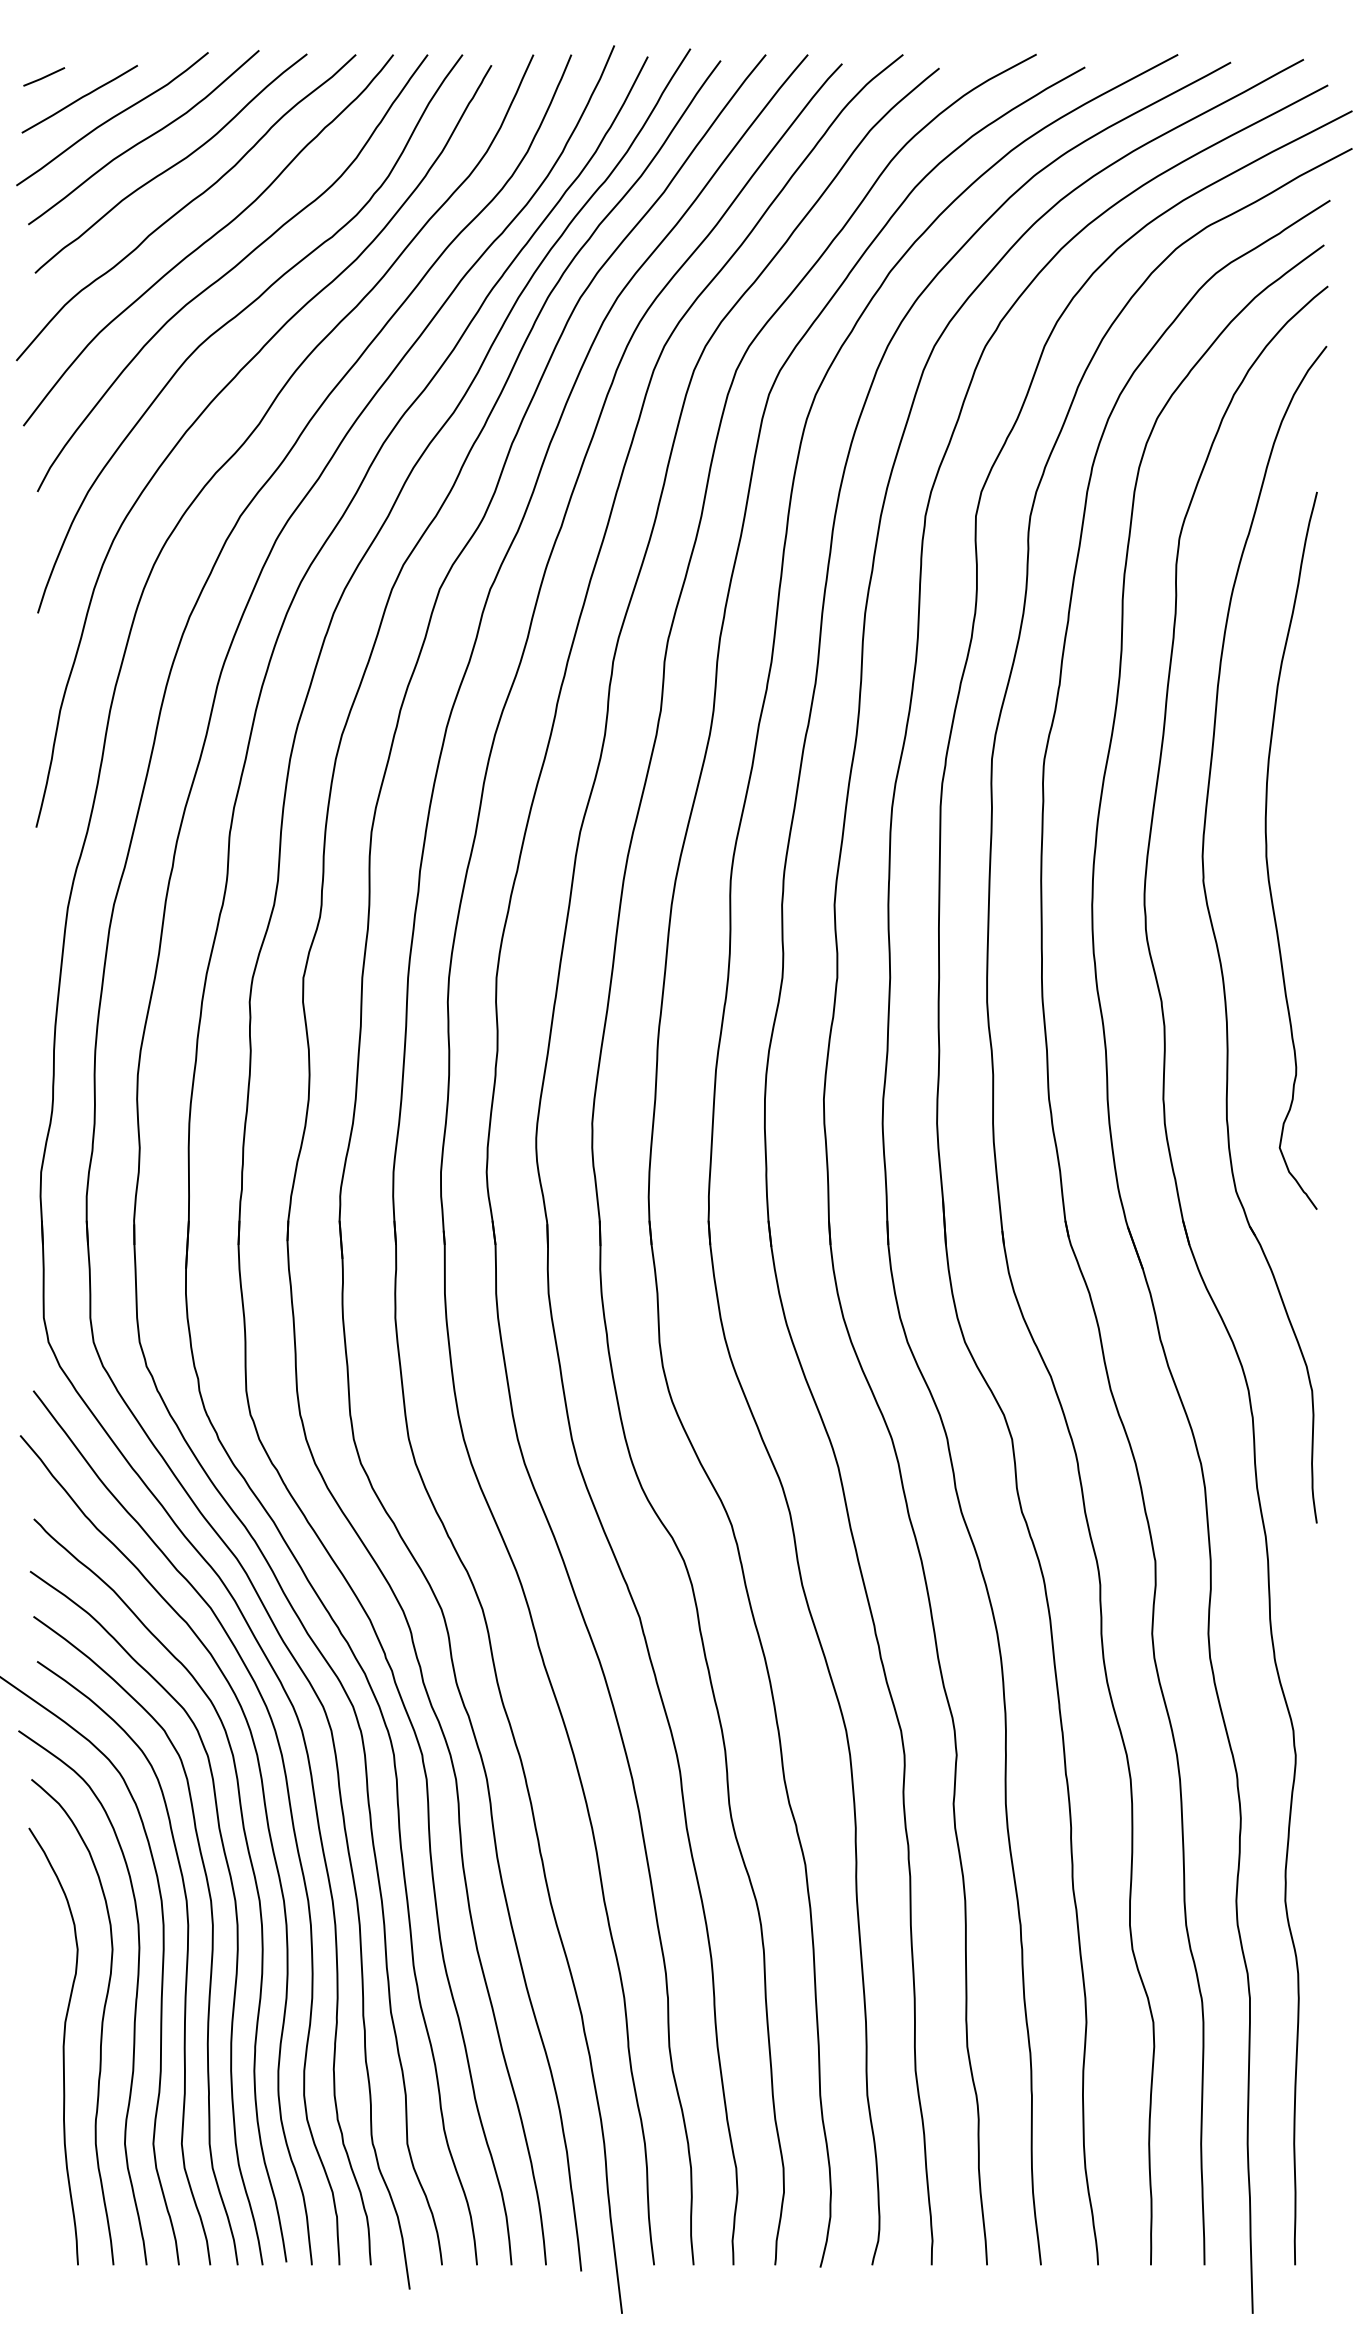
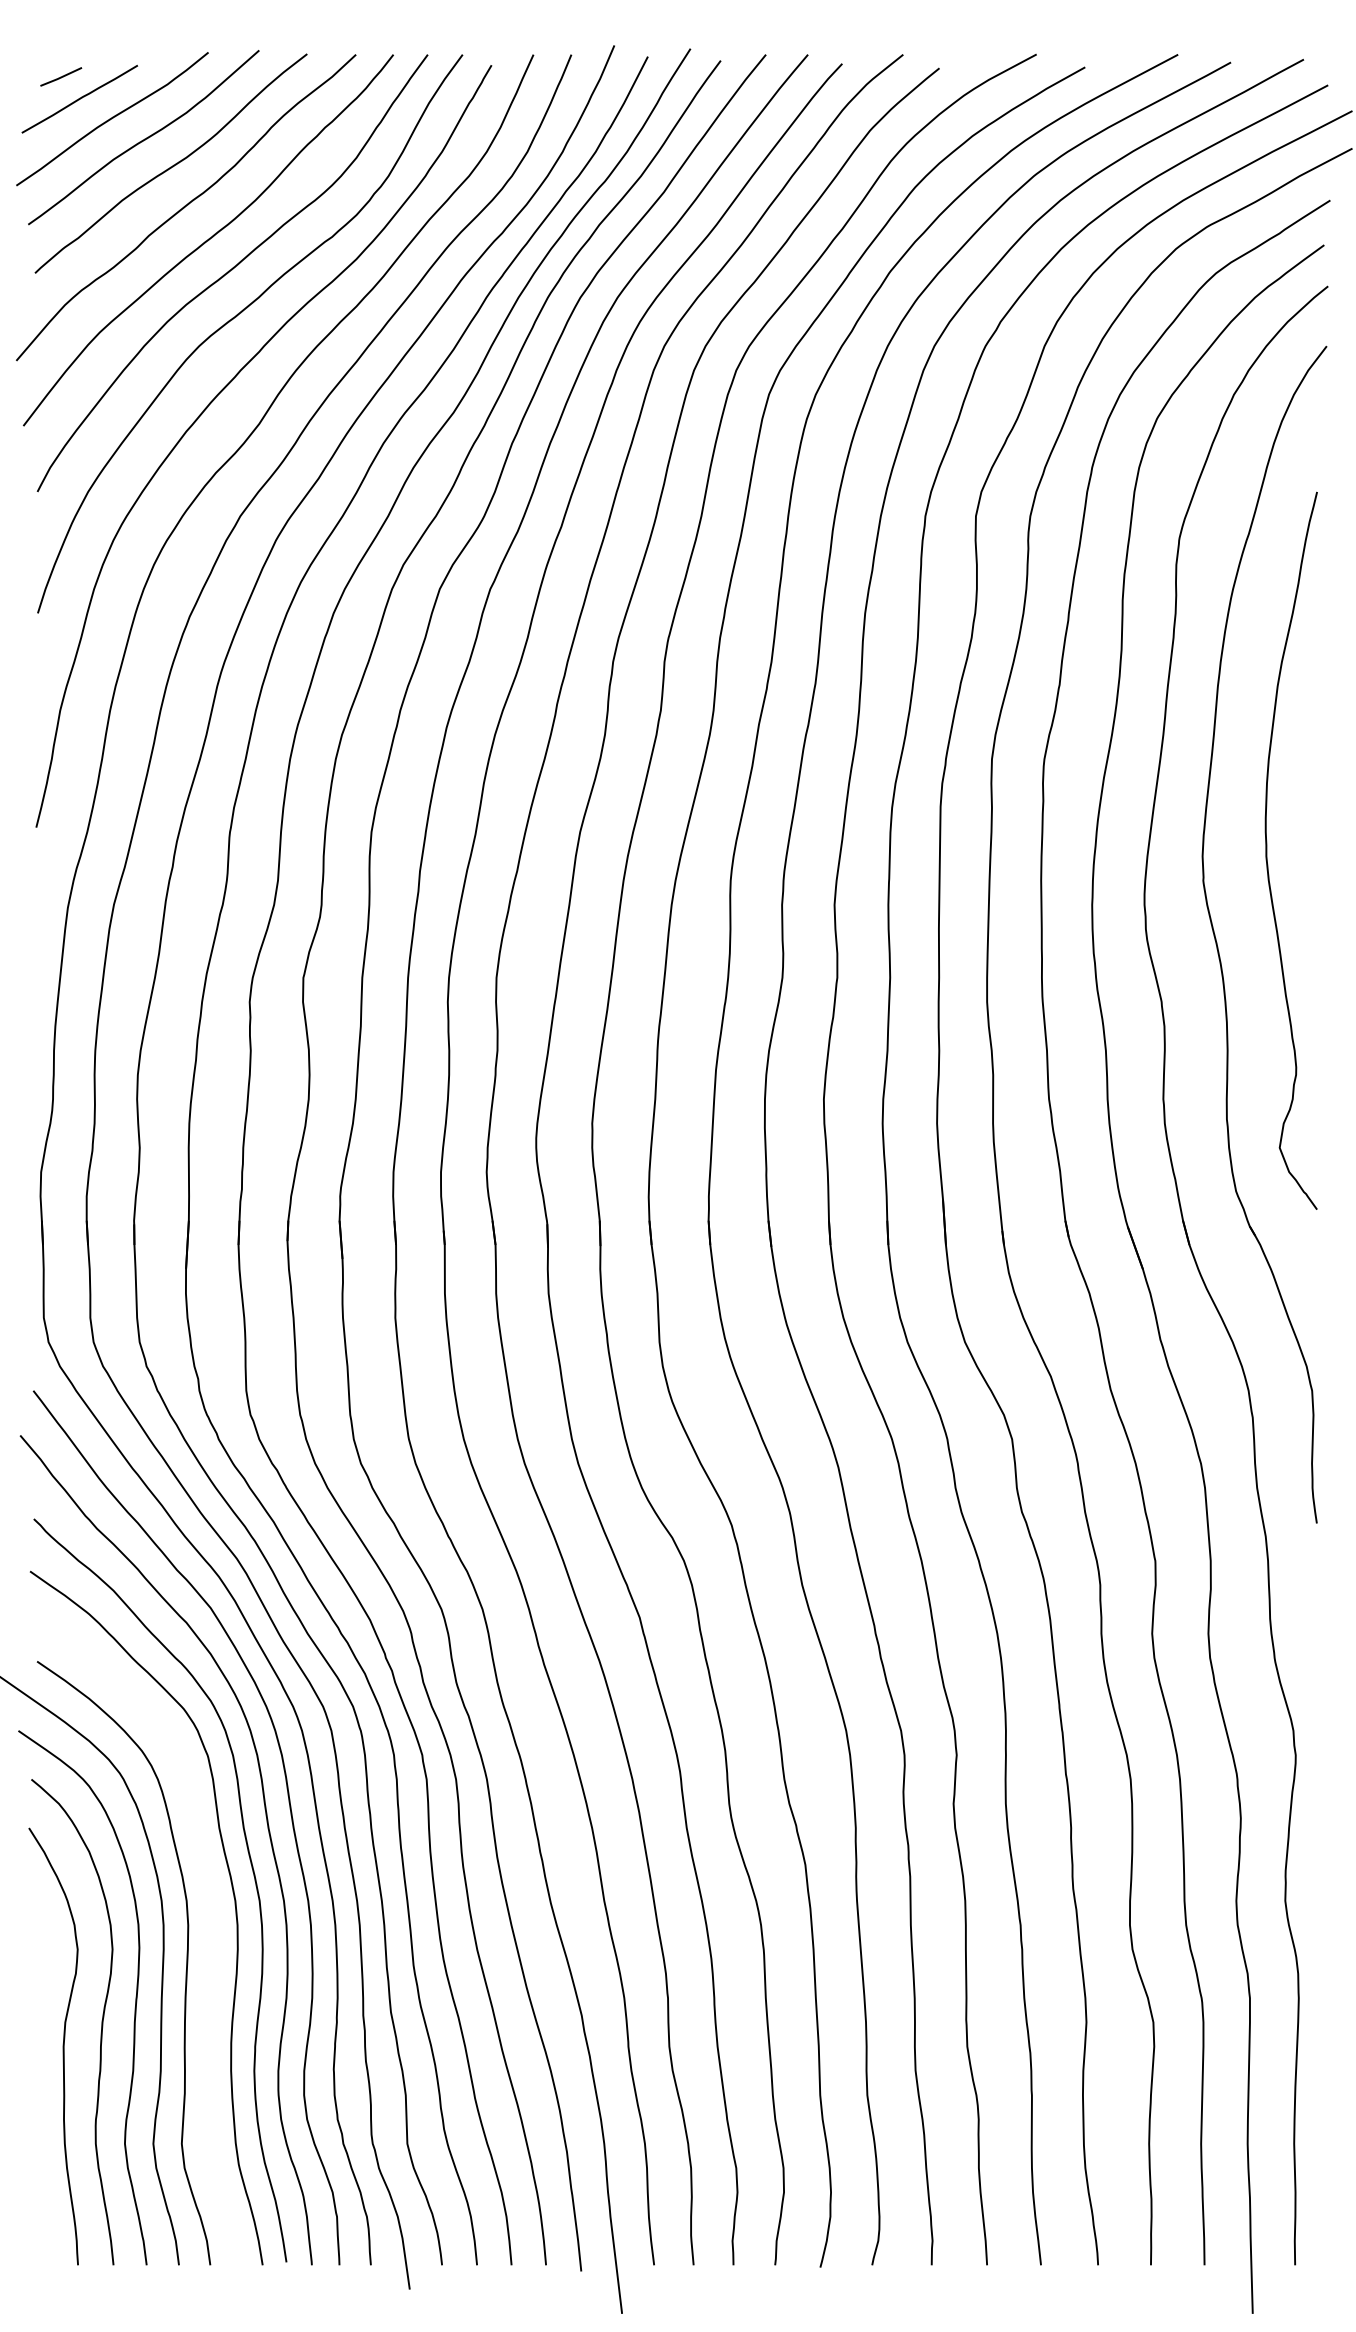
line at (44, 76) position: (44, 76) -> (61, 76)
curve at (211, 1940): present -> none
